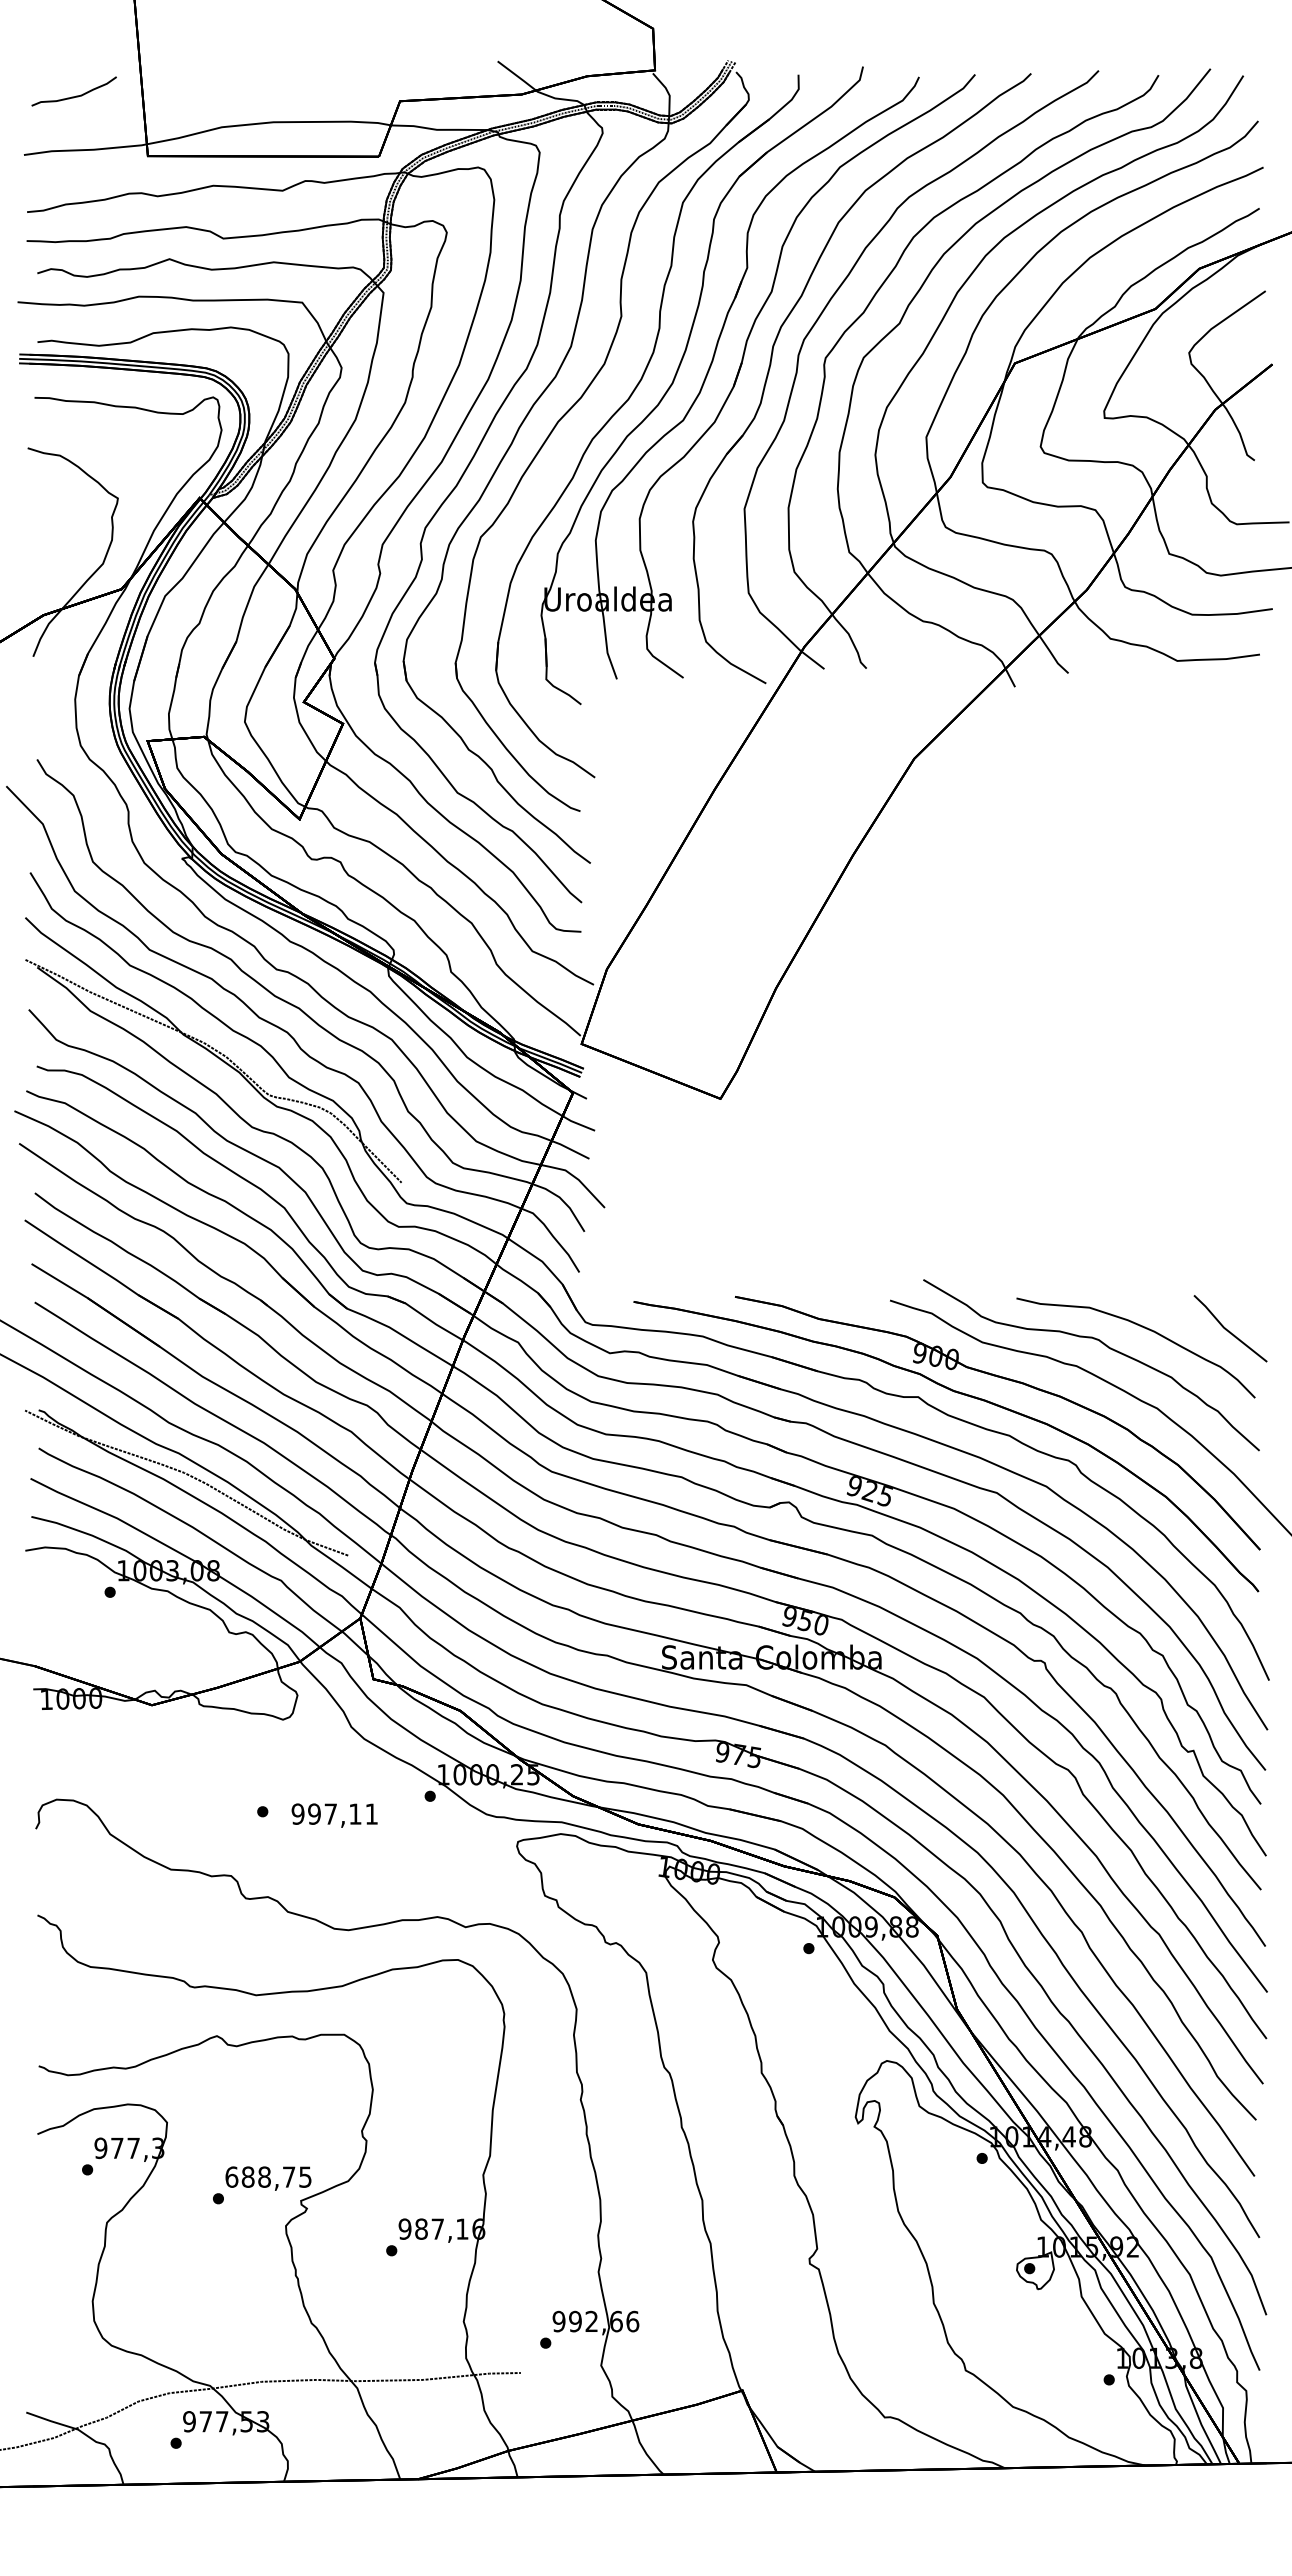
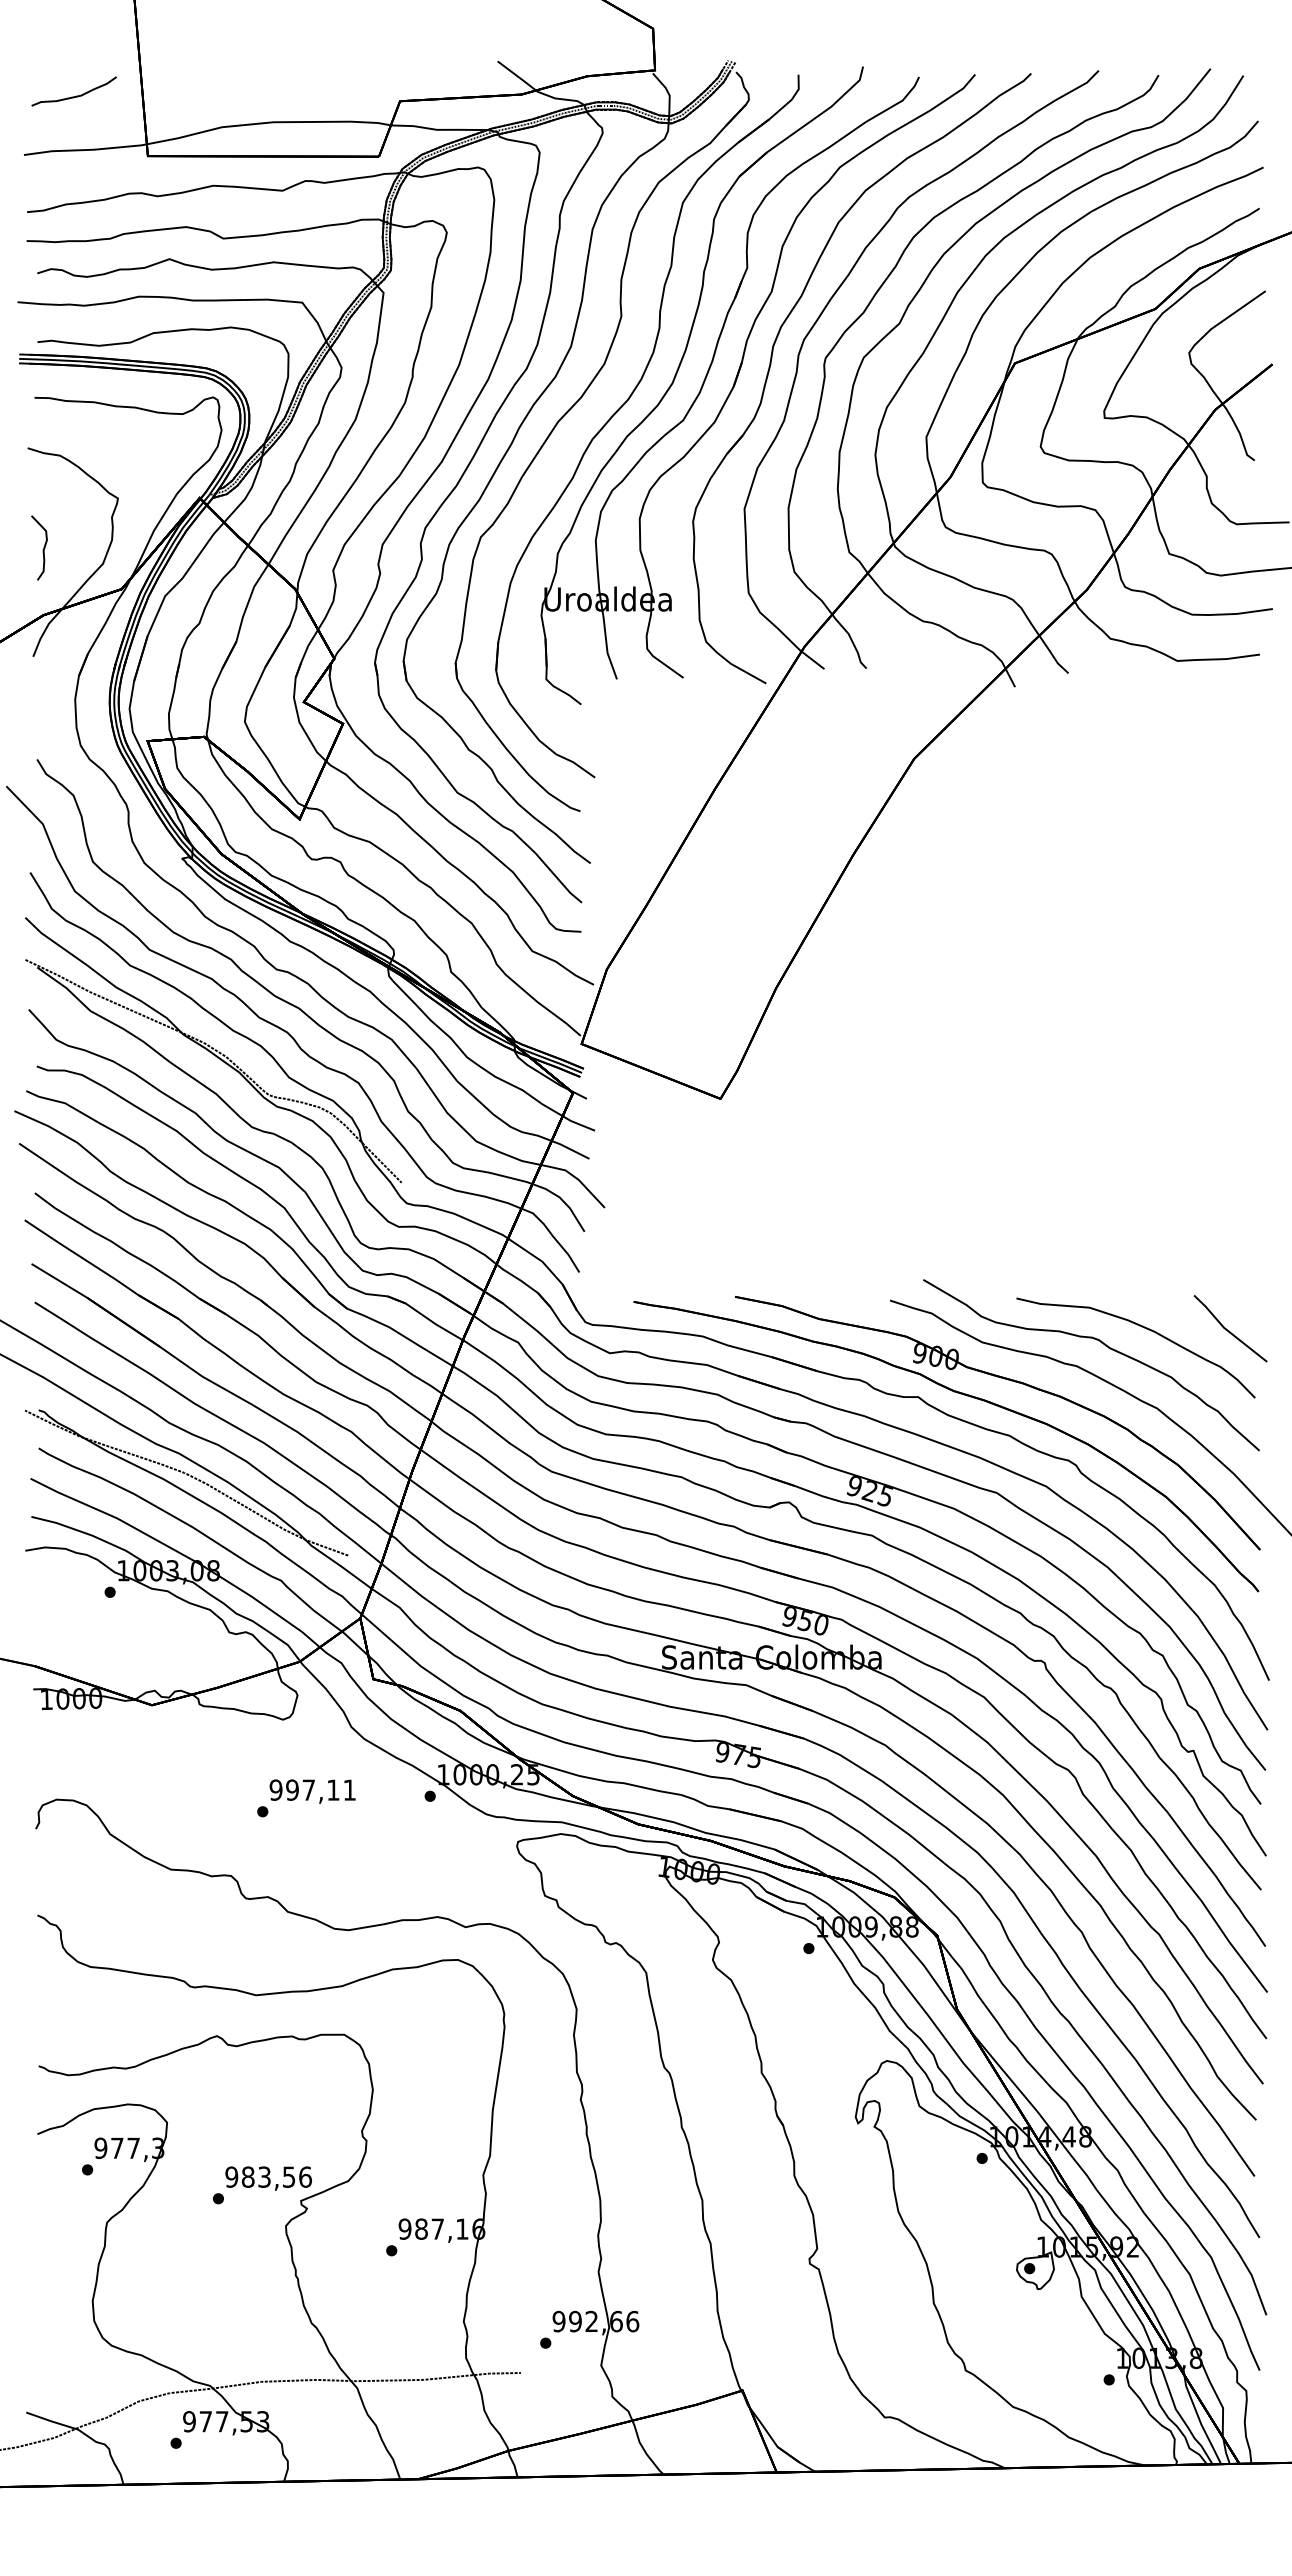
part at (39, 547): none -> present
text at (334, 1815) position: (334, 1815) -> (312, 1791)
text at (268, 2176): 688,75 -> 983,56
